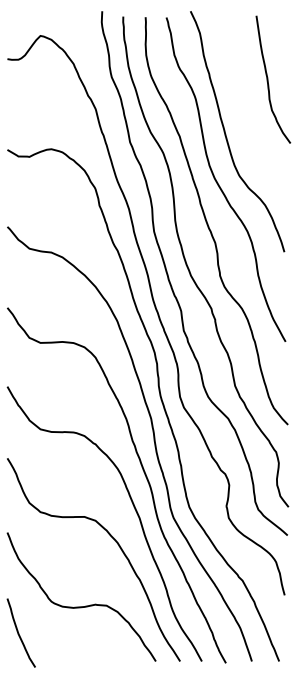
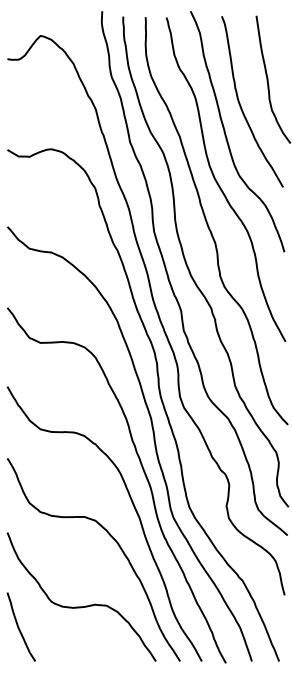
curve at (241, 105): none -> present
curve at (19, 633) position: (19, 633) -> (19, 627)
